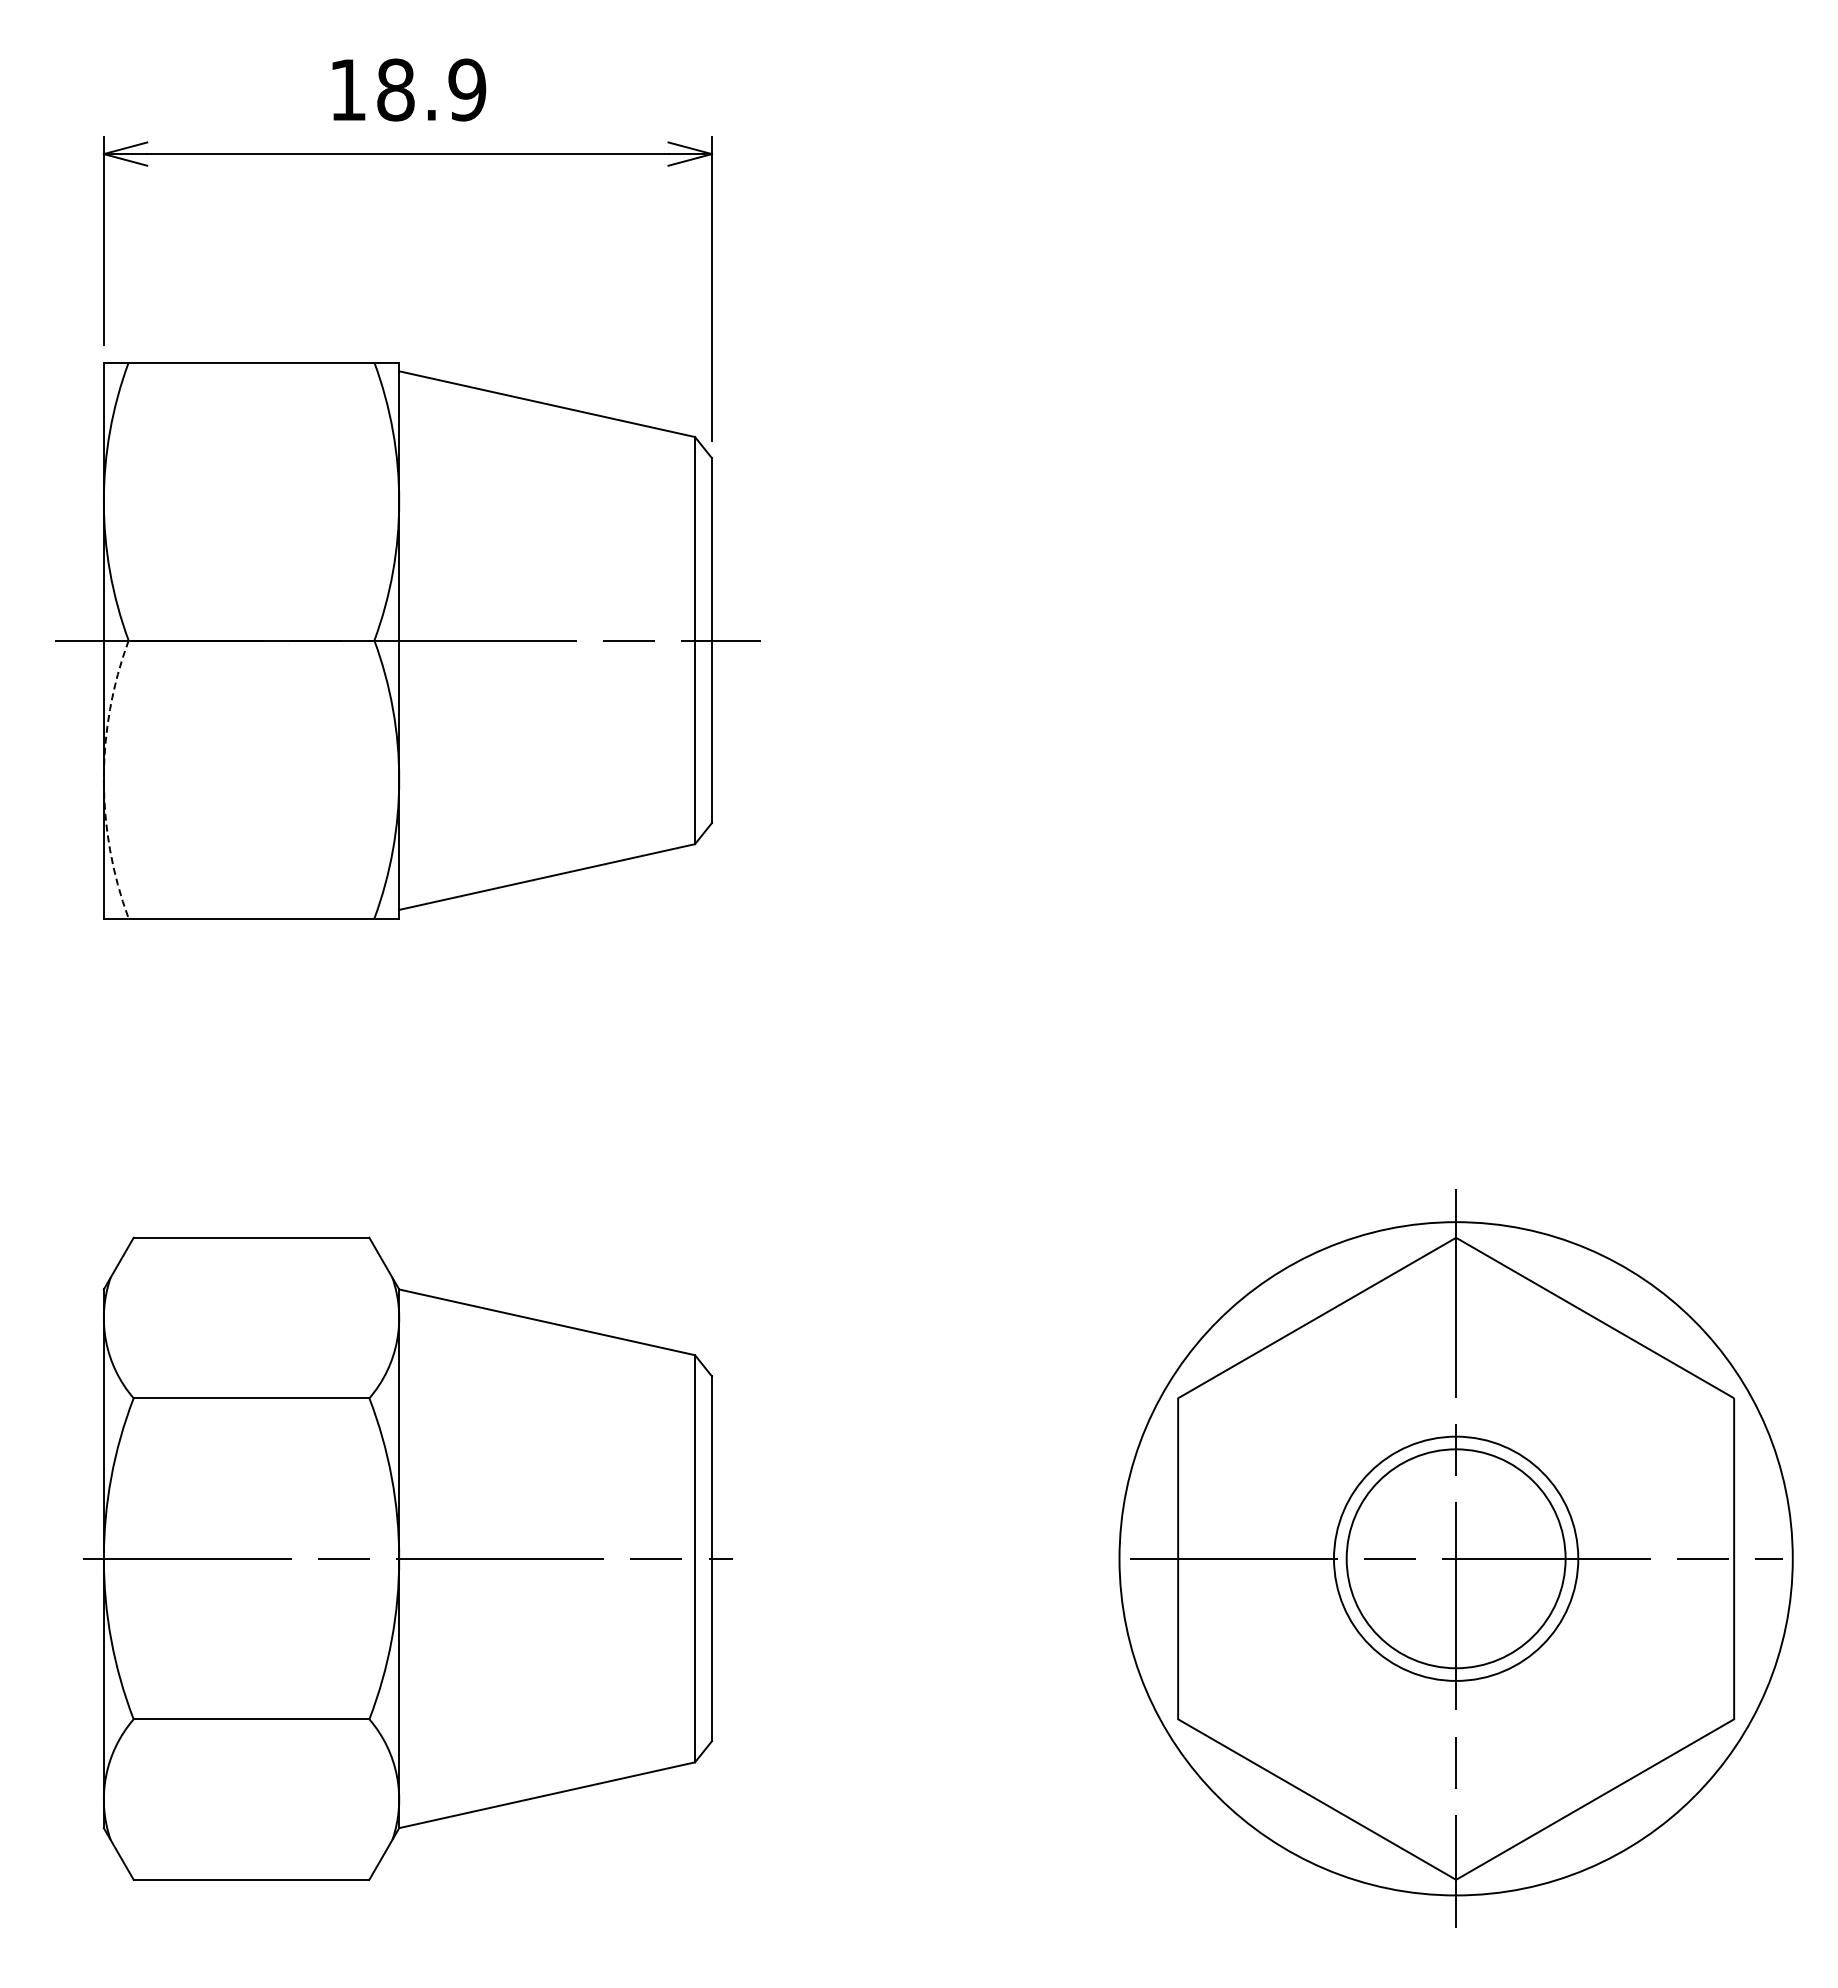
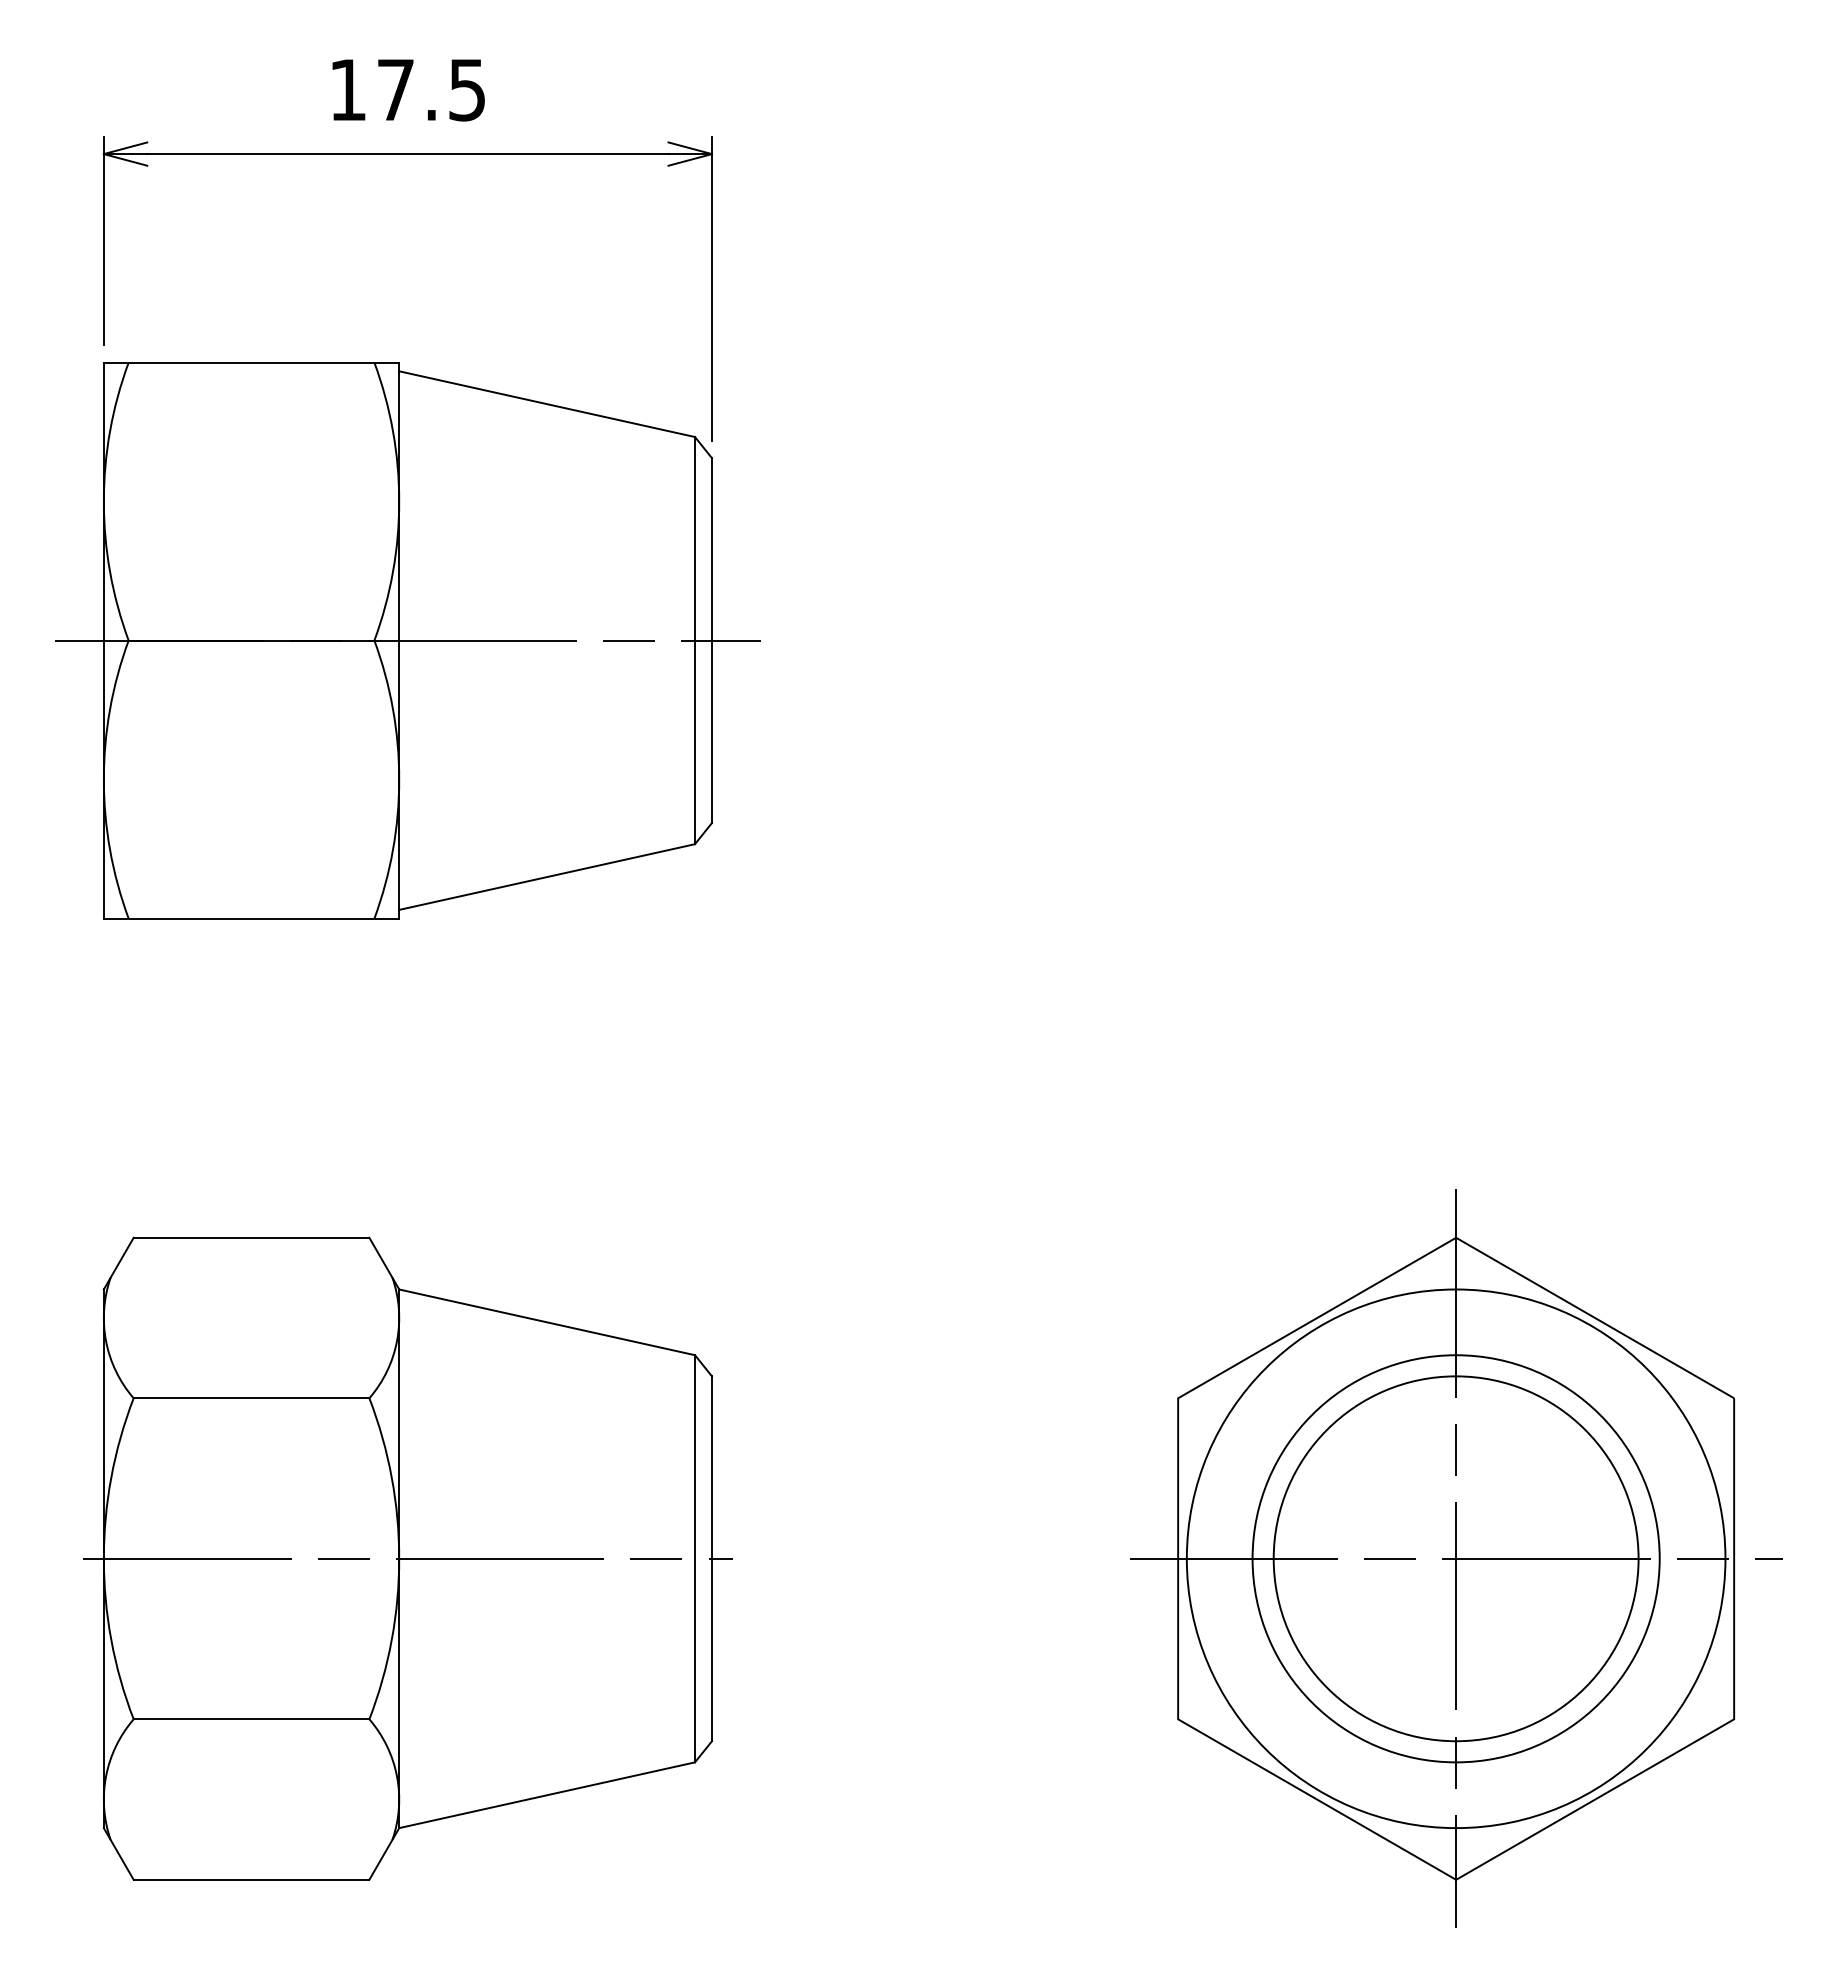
text at (431, 89): 18.9 -> 17.5
arc at (103, 779): dashed -> solid
circle at (1455, 1558) diameter: 219 px -> 365 px
circle at (1455, 1558) diameter: 673 px -> 539 px
circle at (1456, 1558) diameter: 244 px -> 407 px
